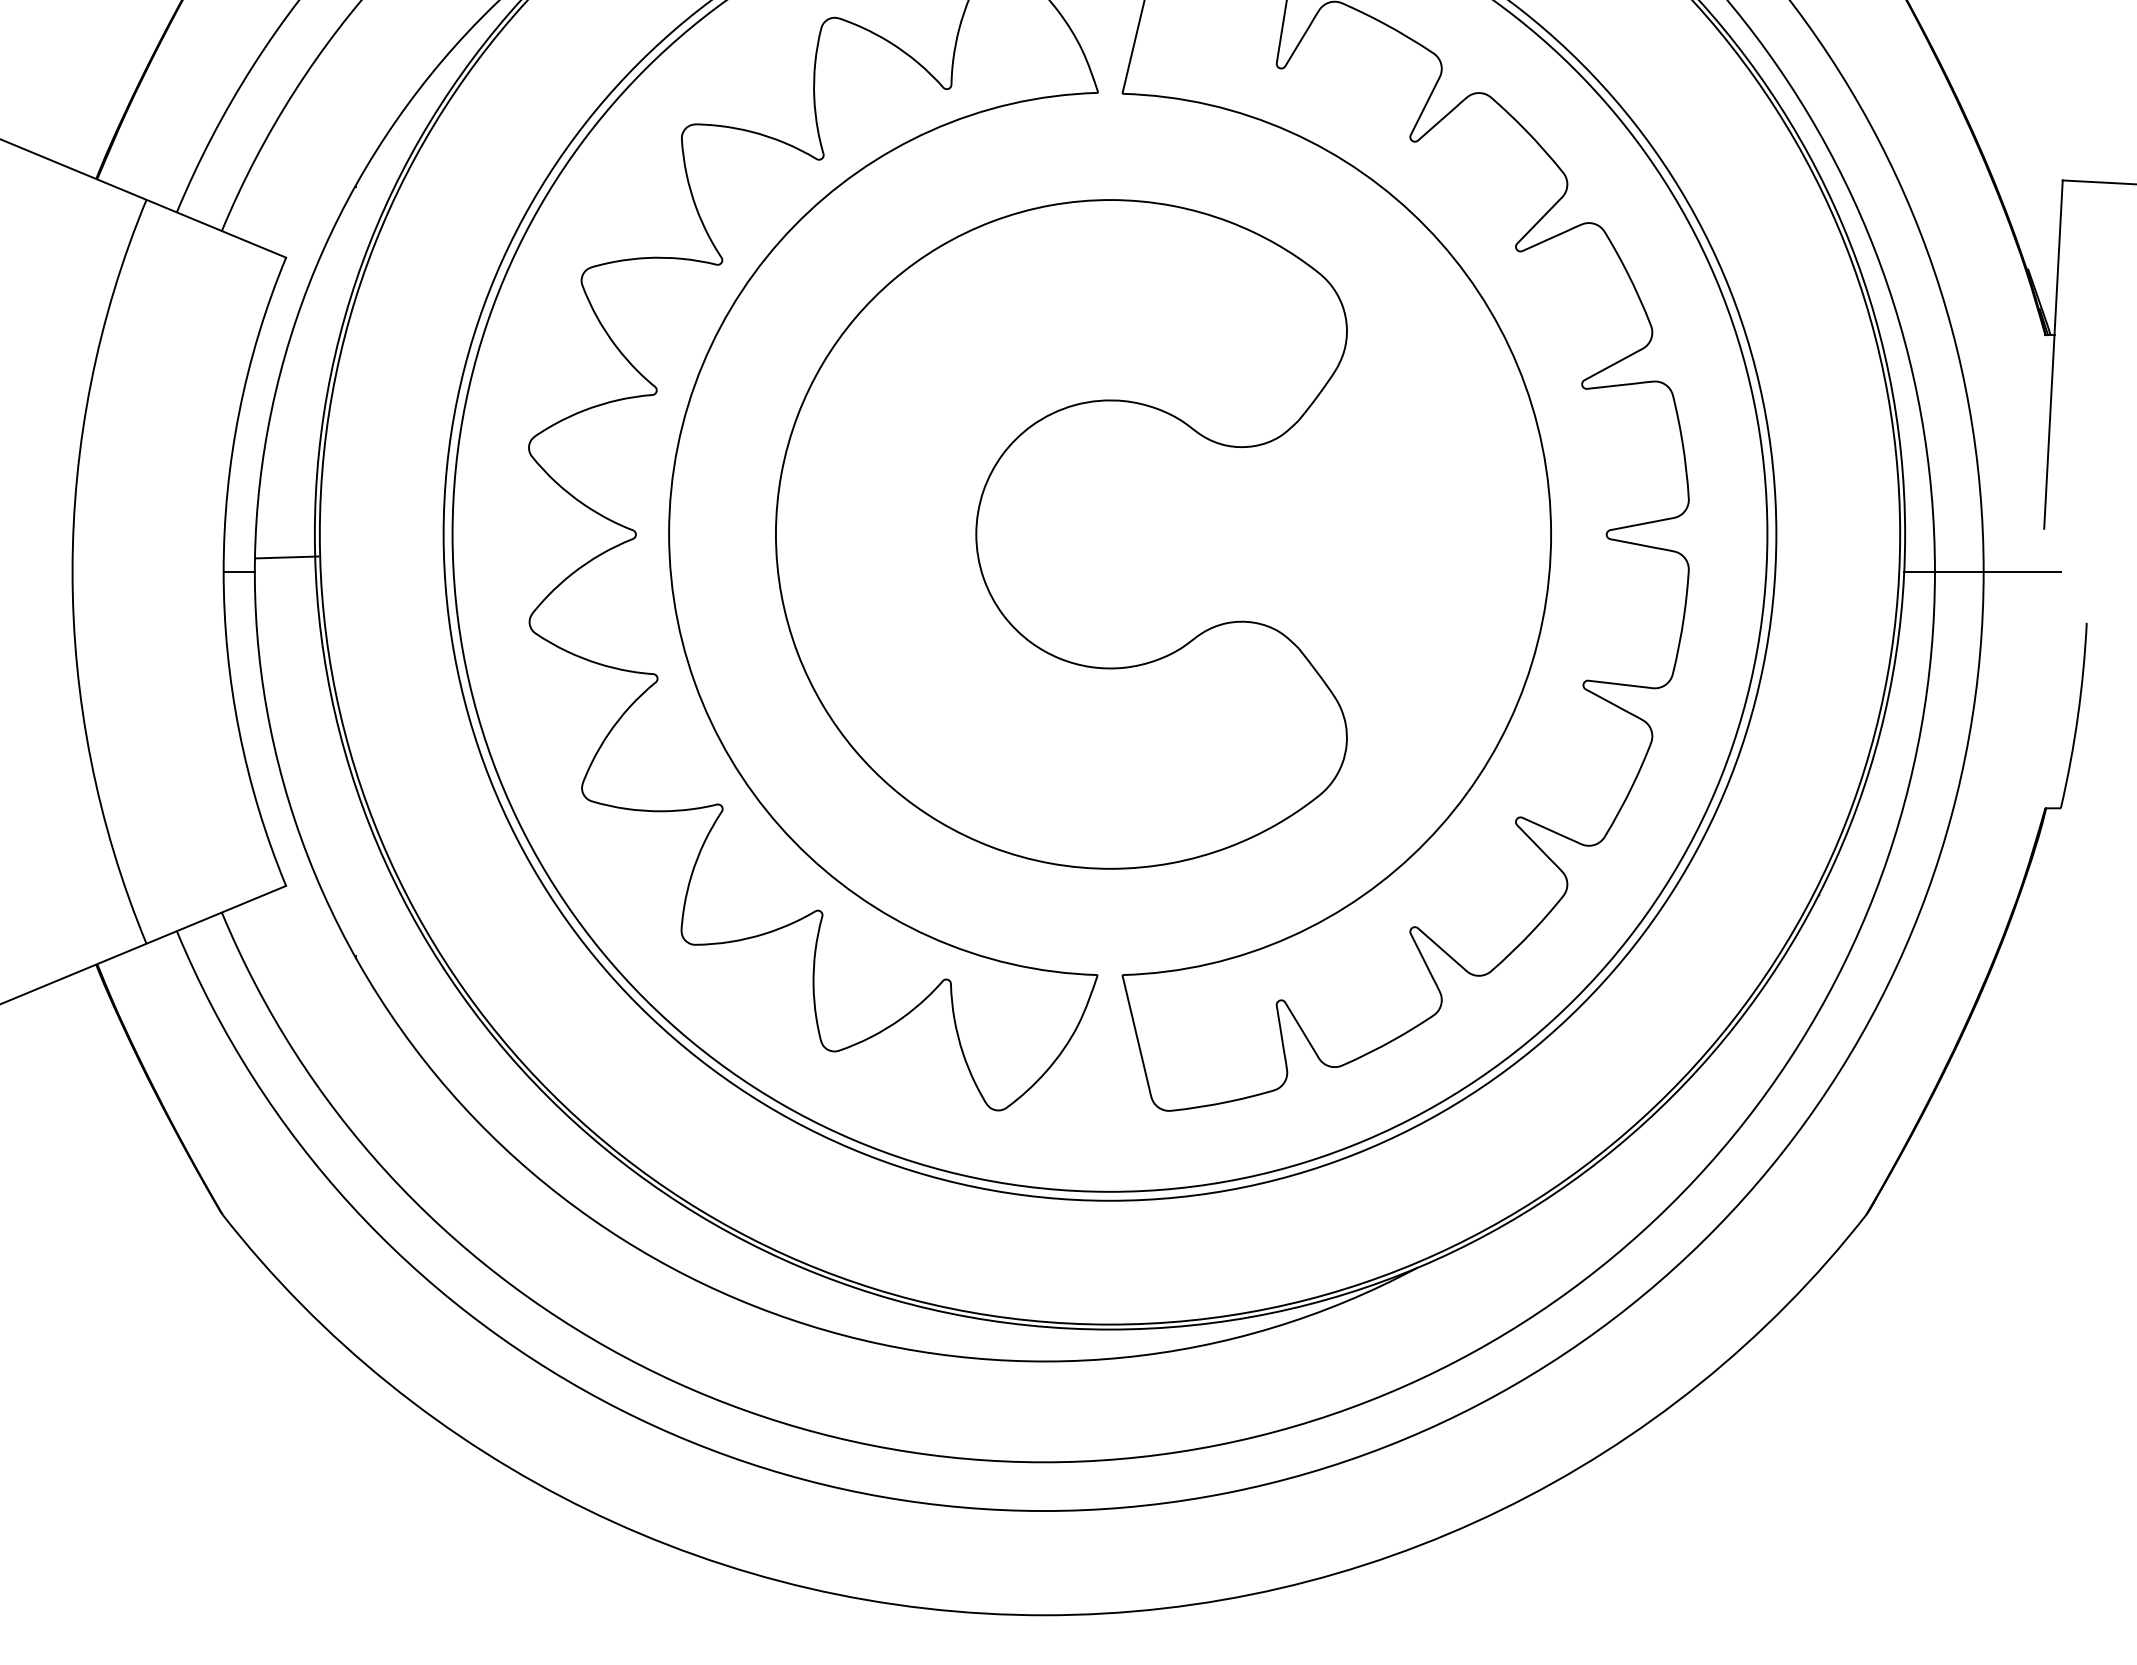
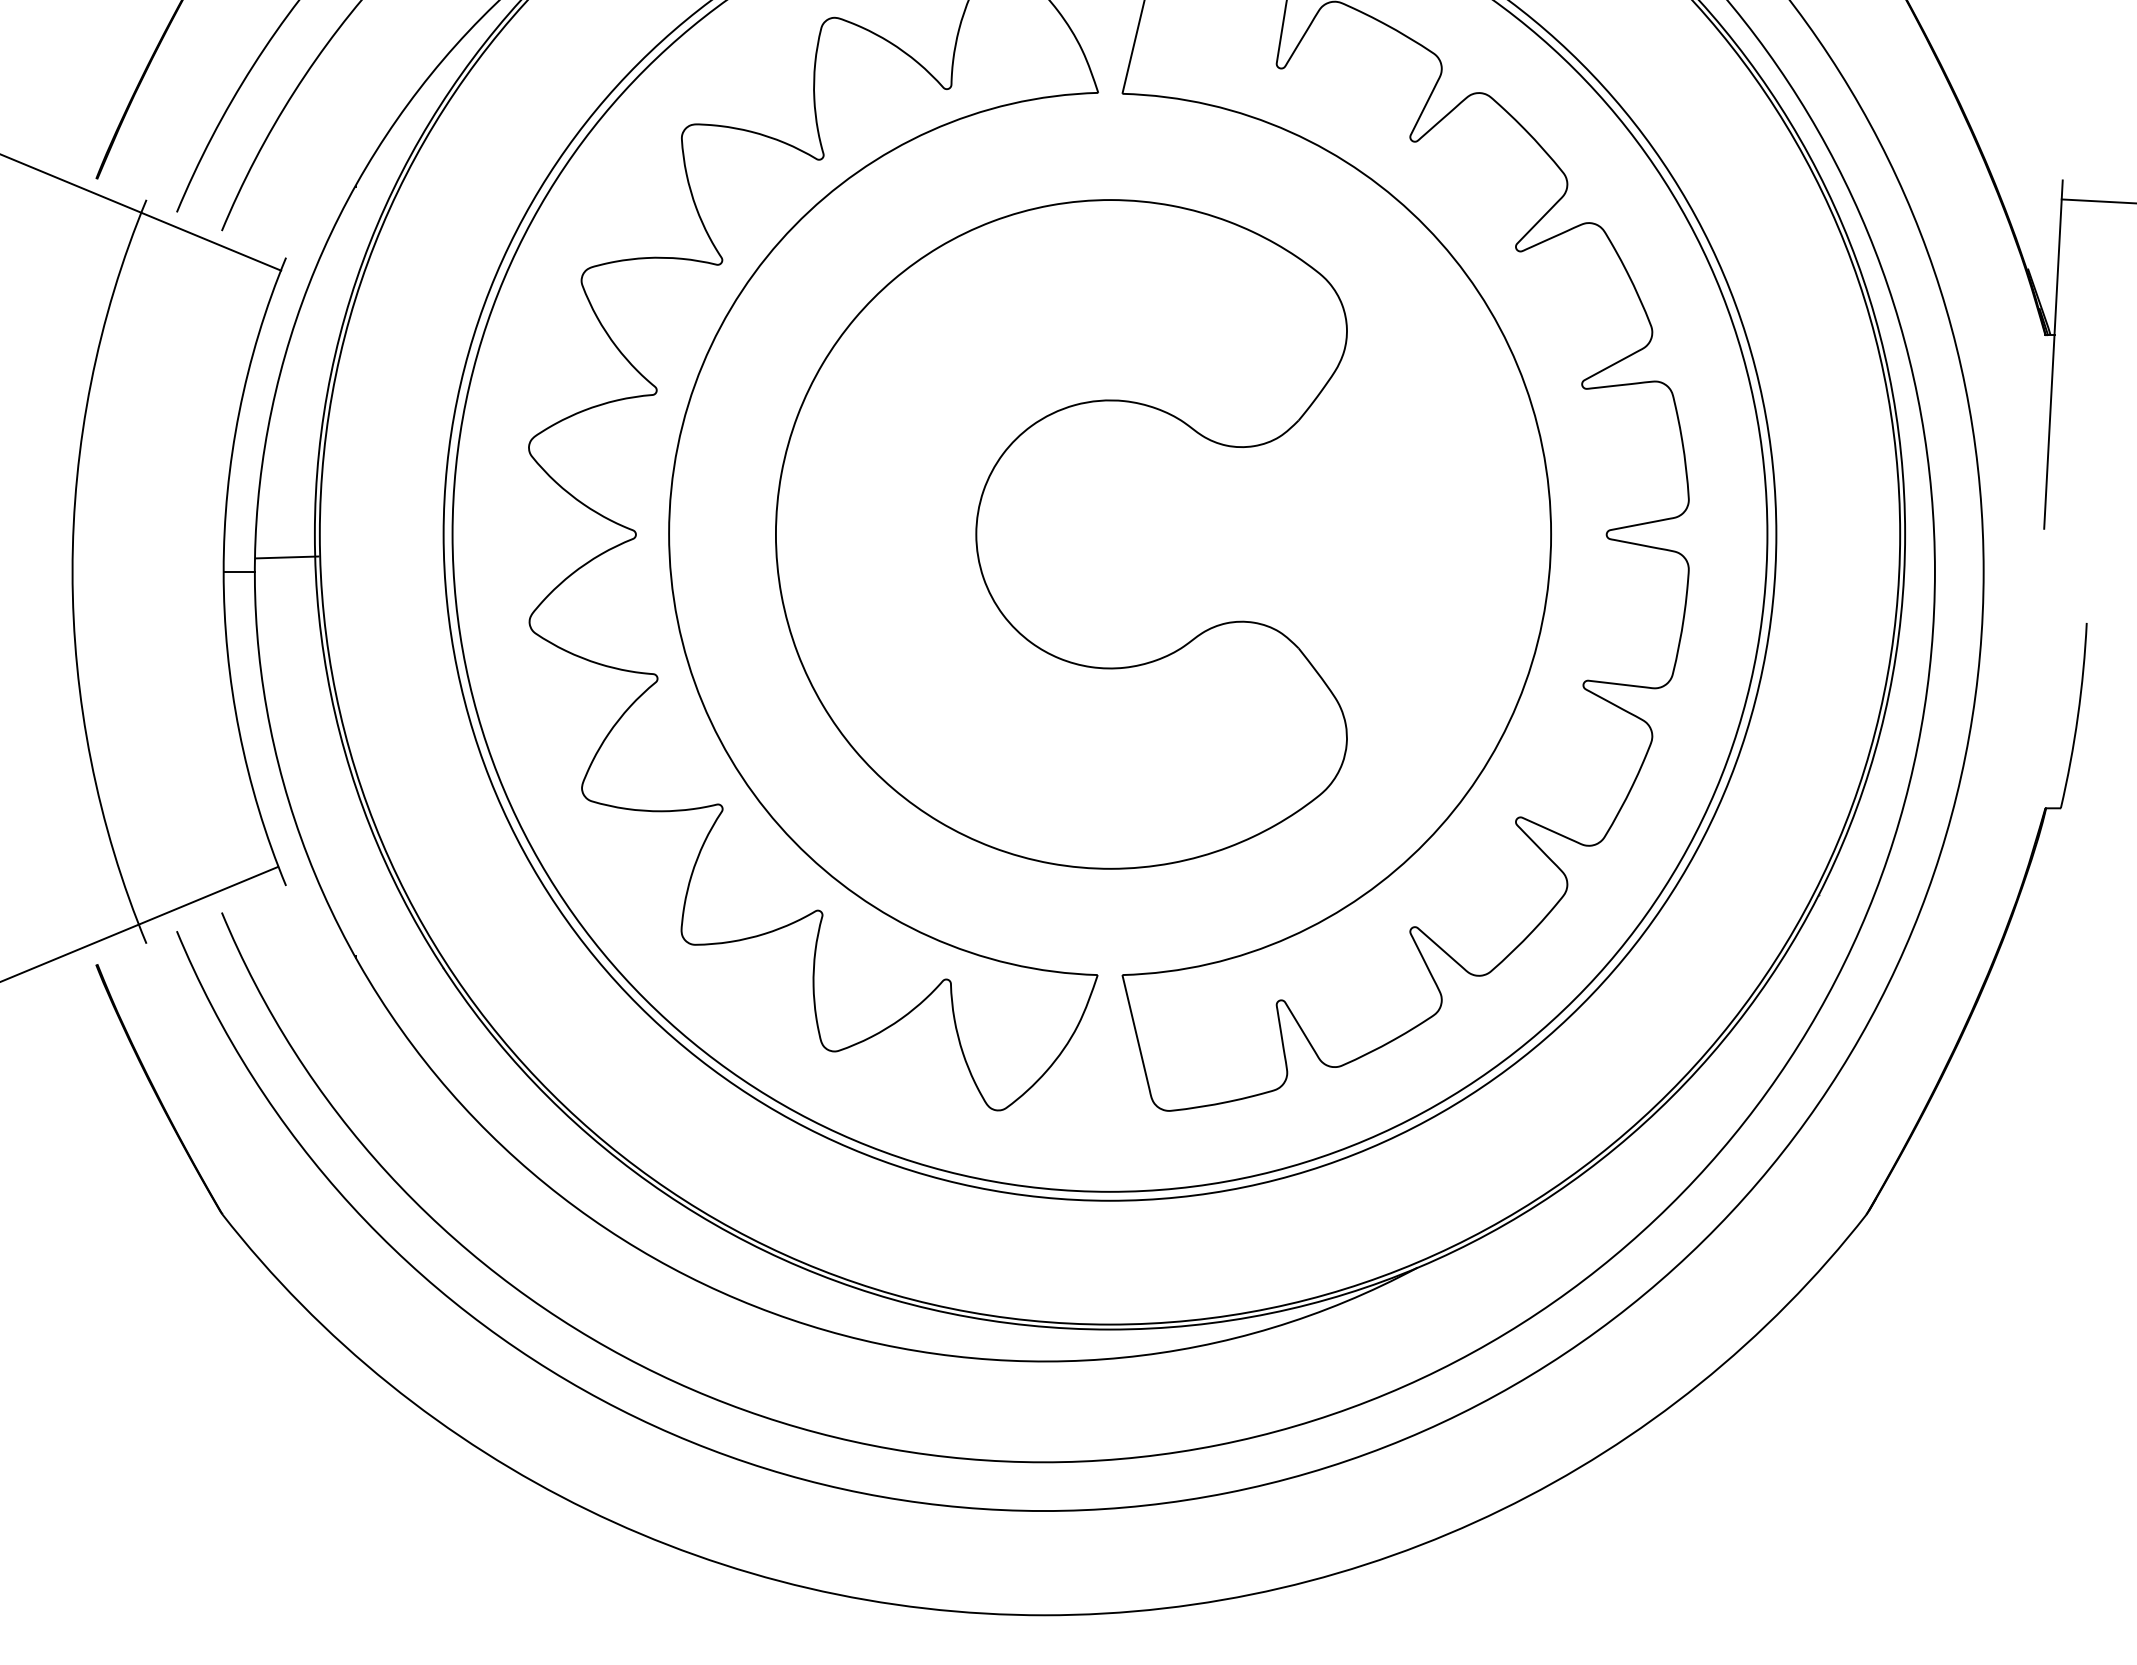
line at (2097, 182) position: (2097, 182) -> (2097, 201)
line at (144, 198) position: (144, 198) -> (141, 212)
line at (1982, 571): present -> none
line at (144, 944) position: (144, 944) -> (140, 923)
